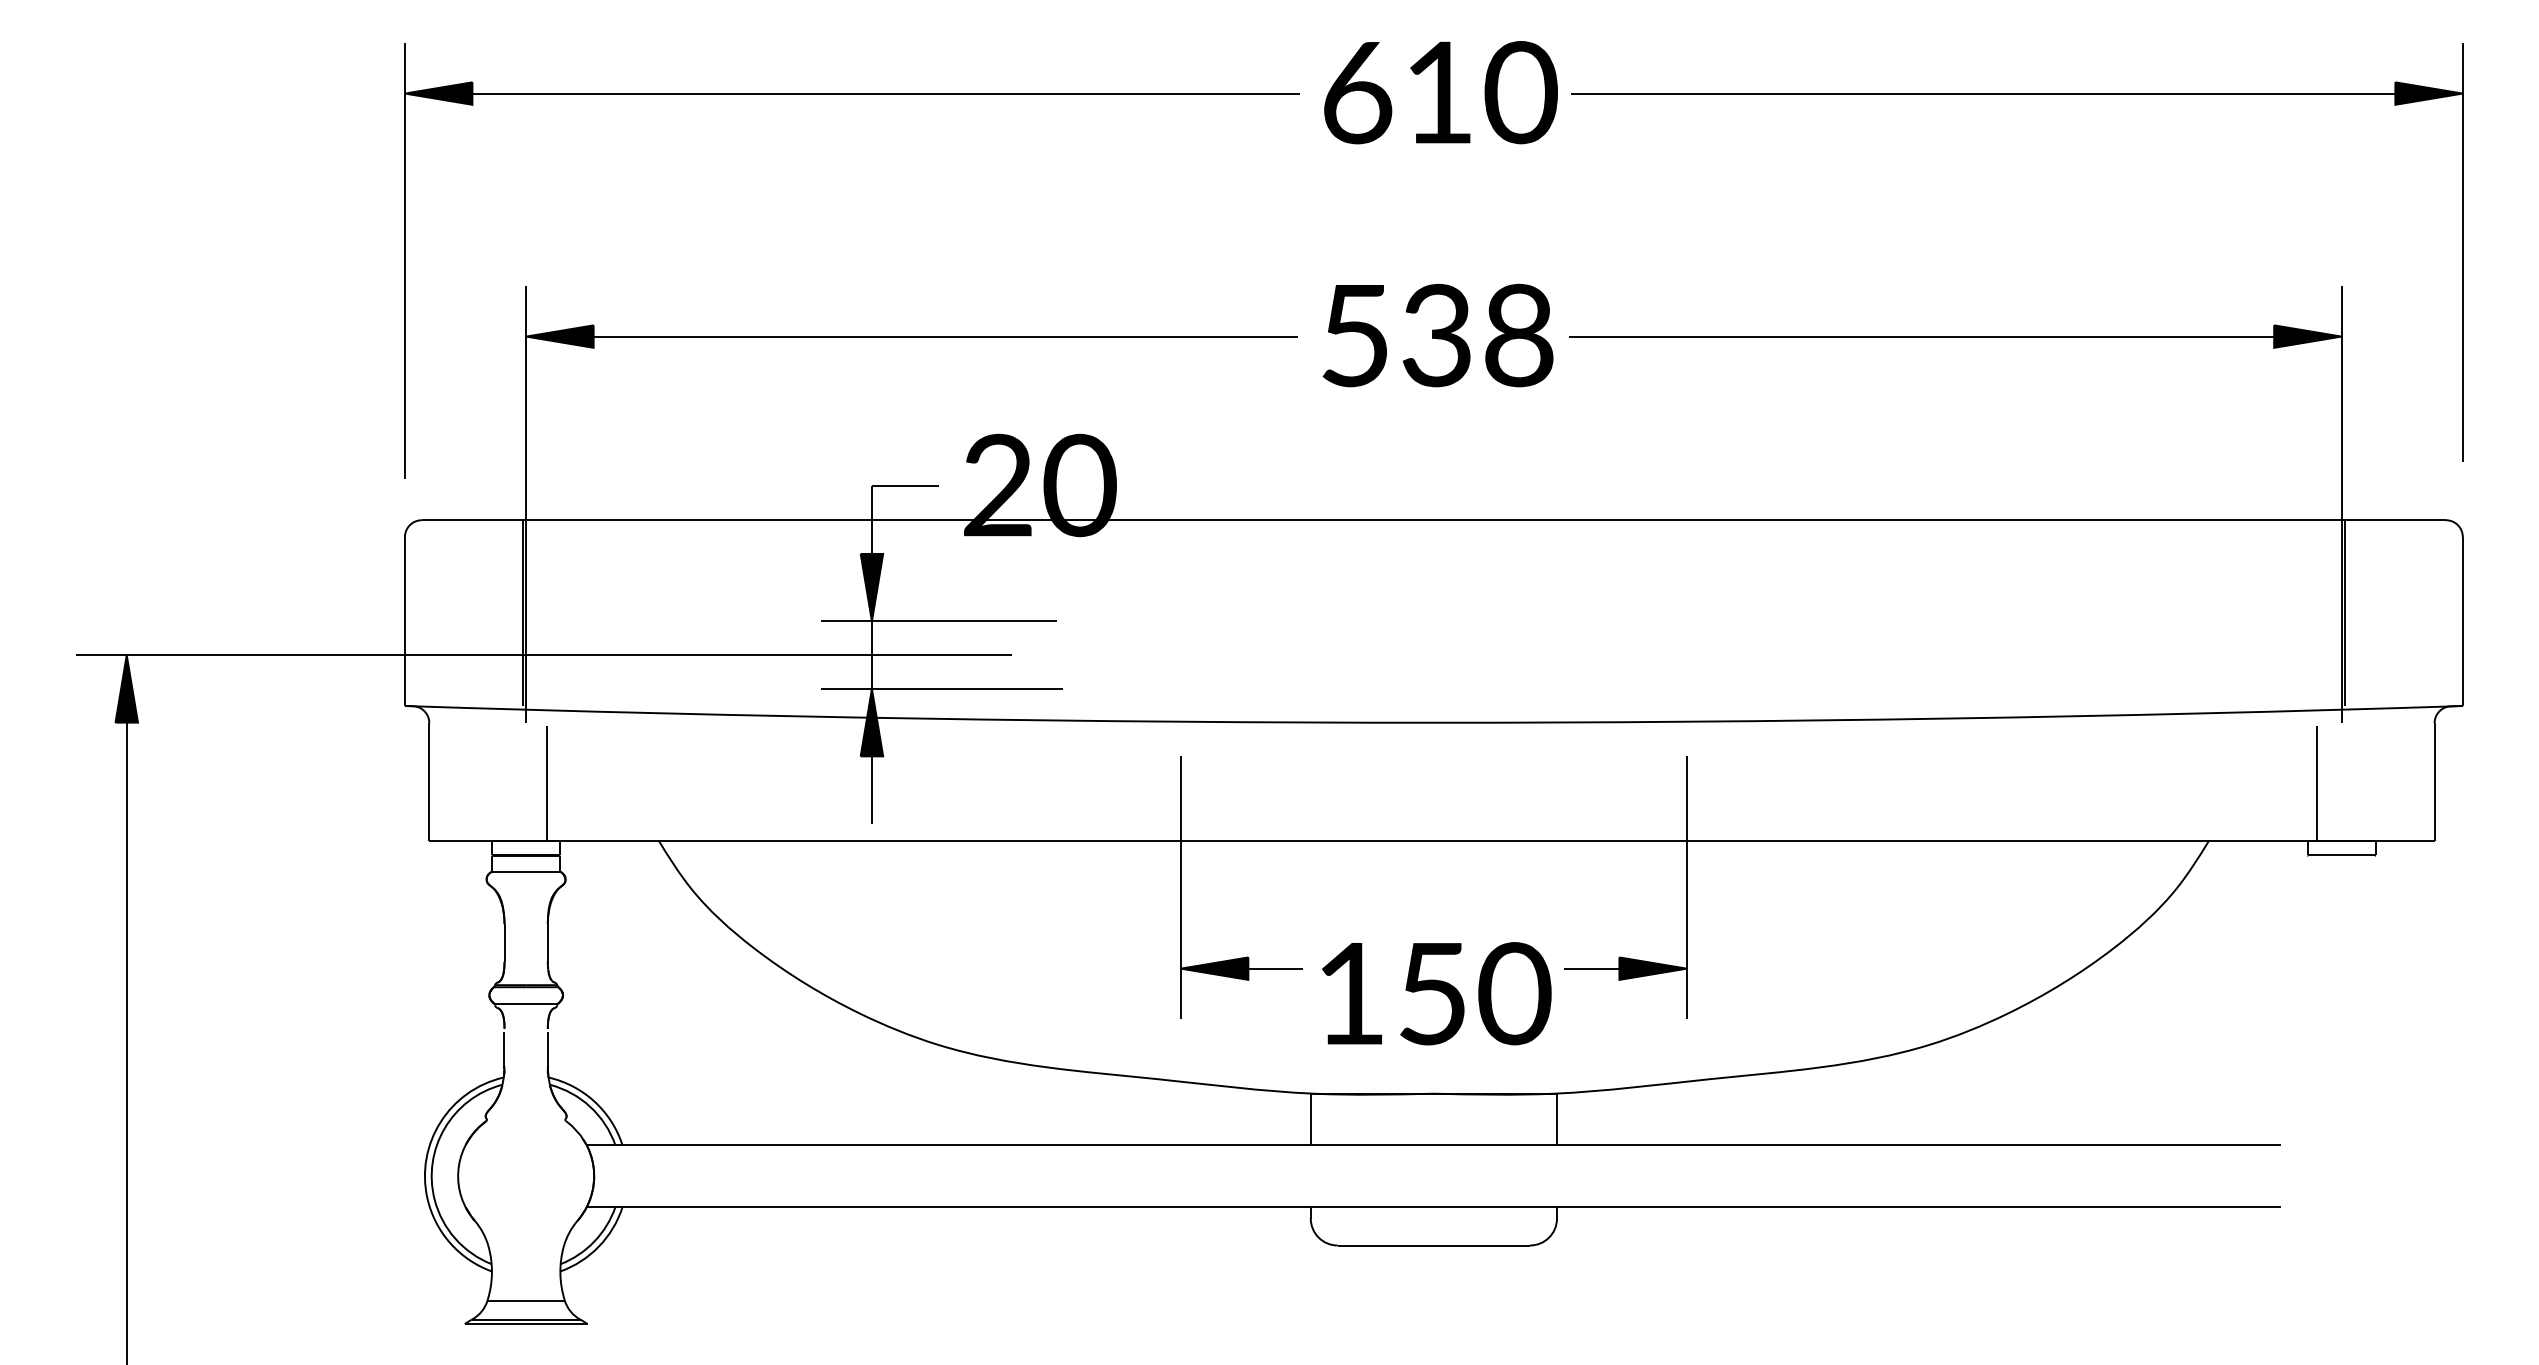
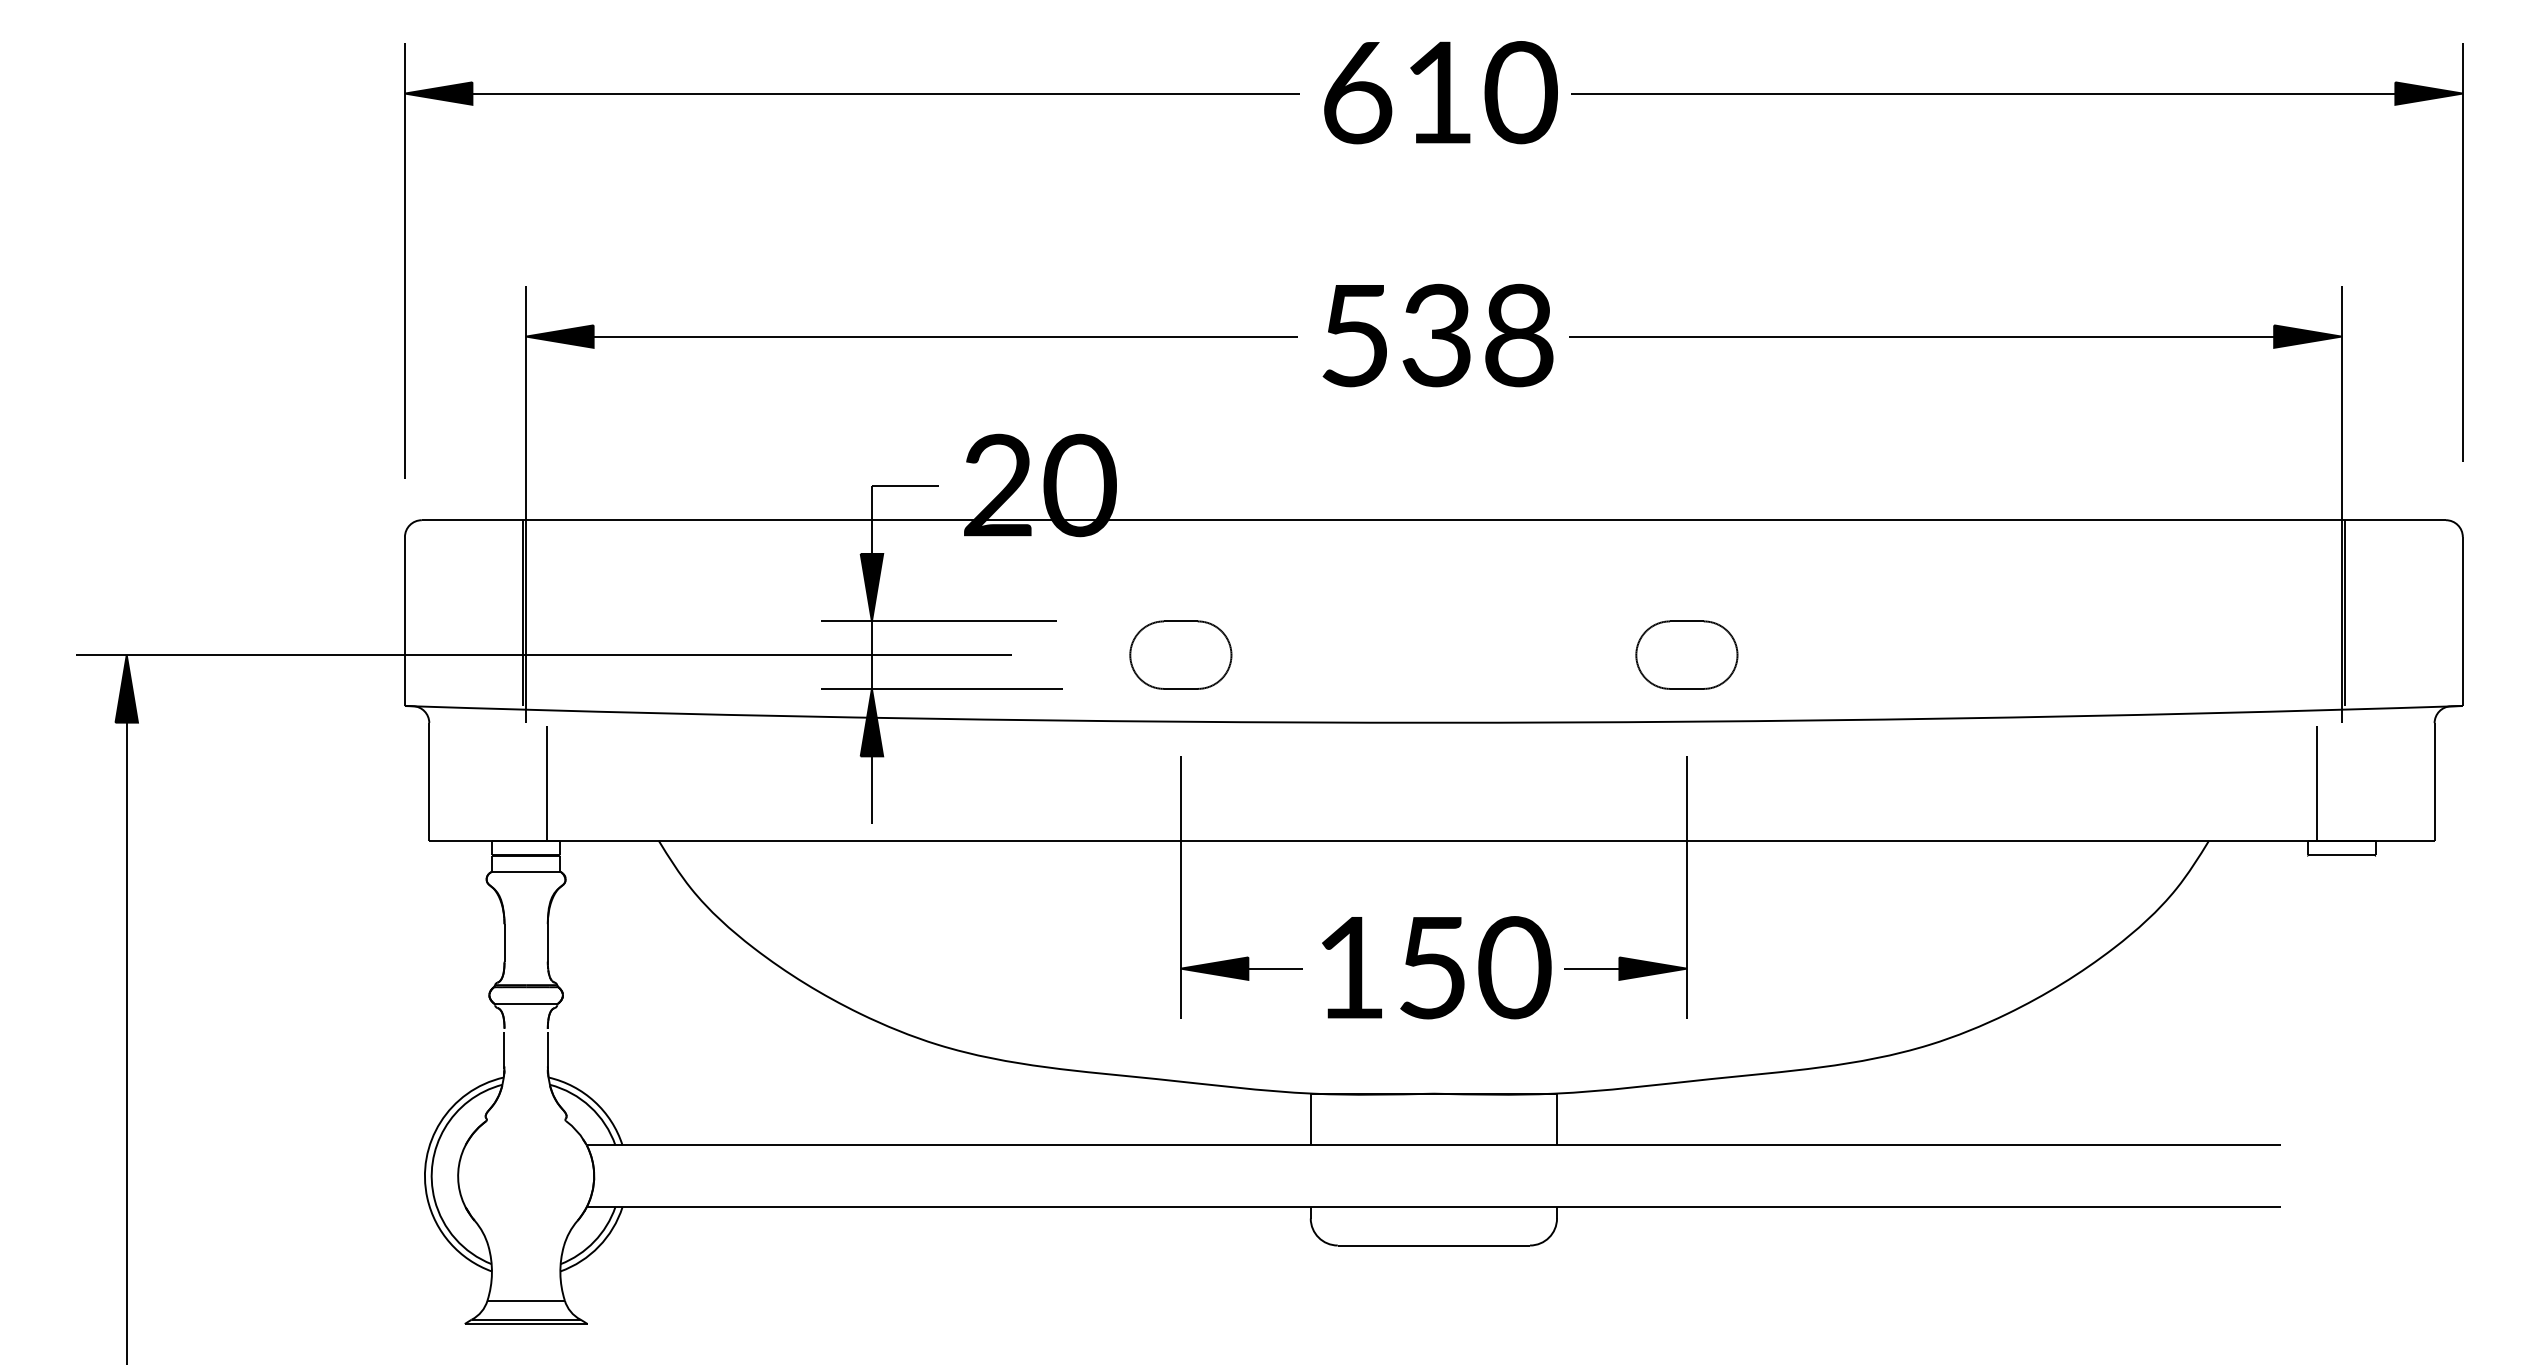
part at (1180, 654): none -> present
part at (1686, 654): none -> present
text at (1436, 993) position: (1436, 993) -> (1436, 967)
